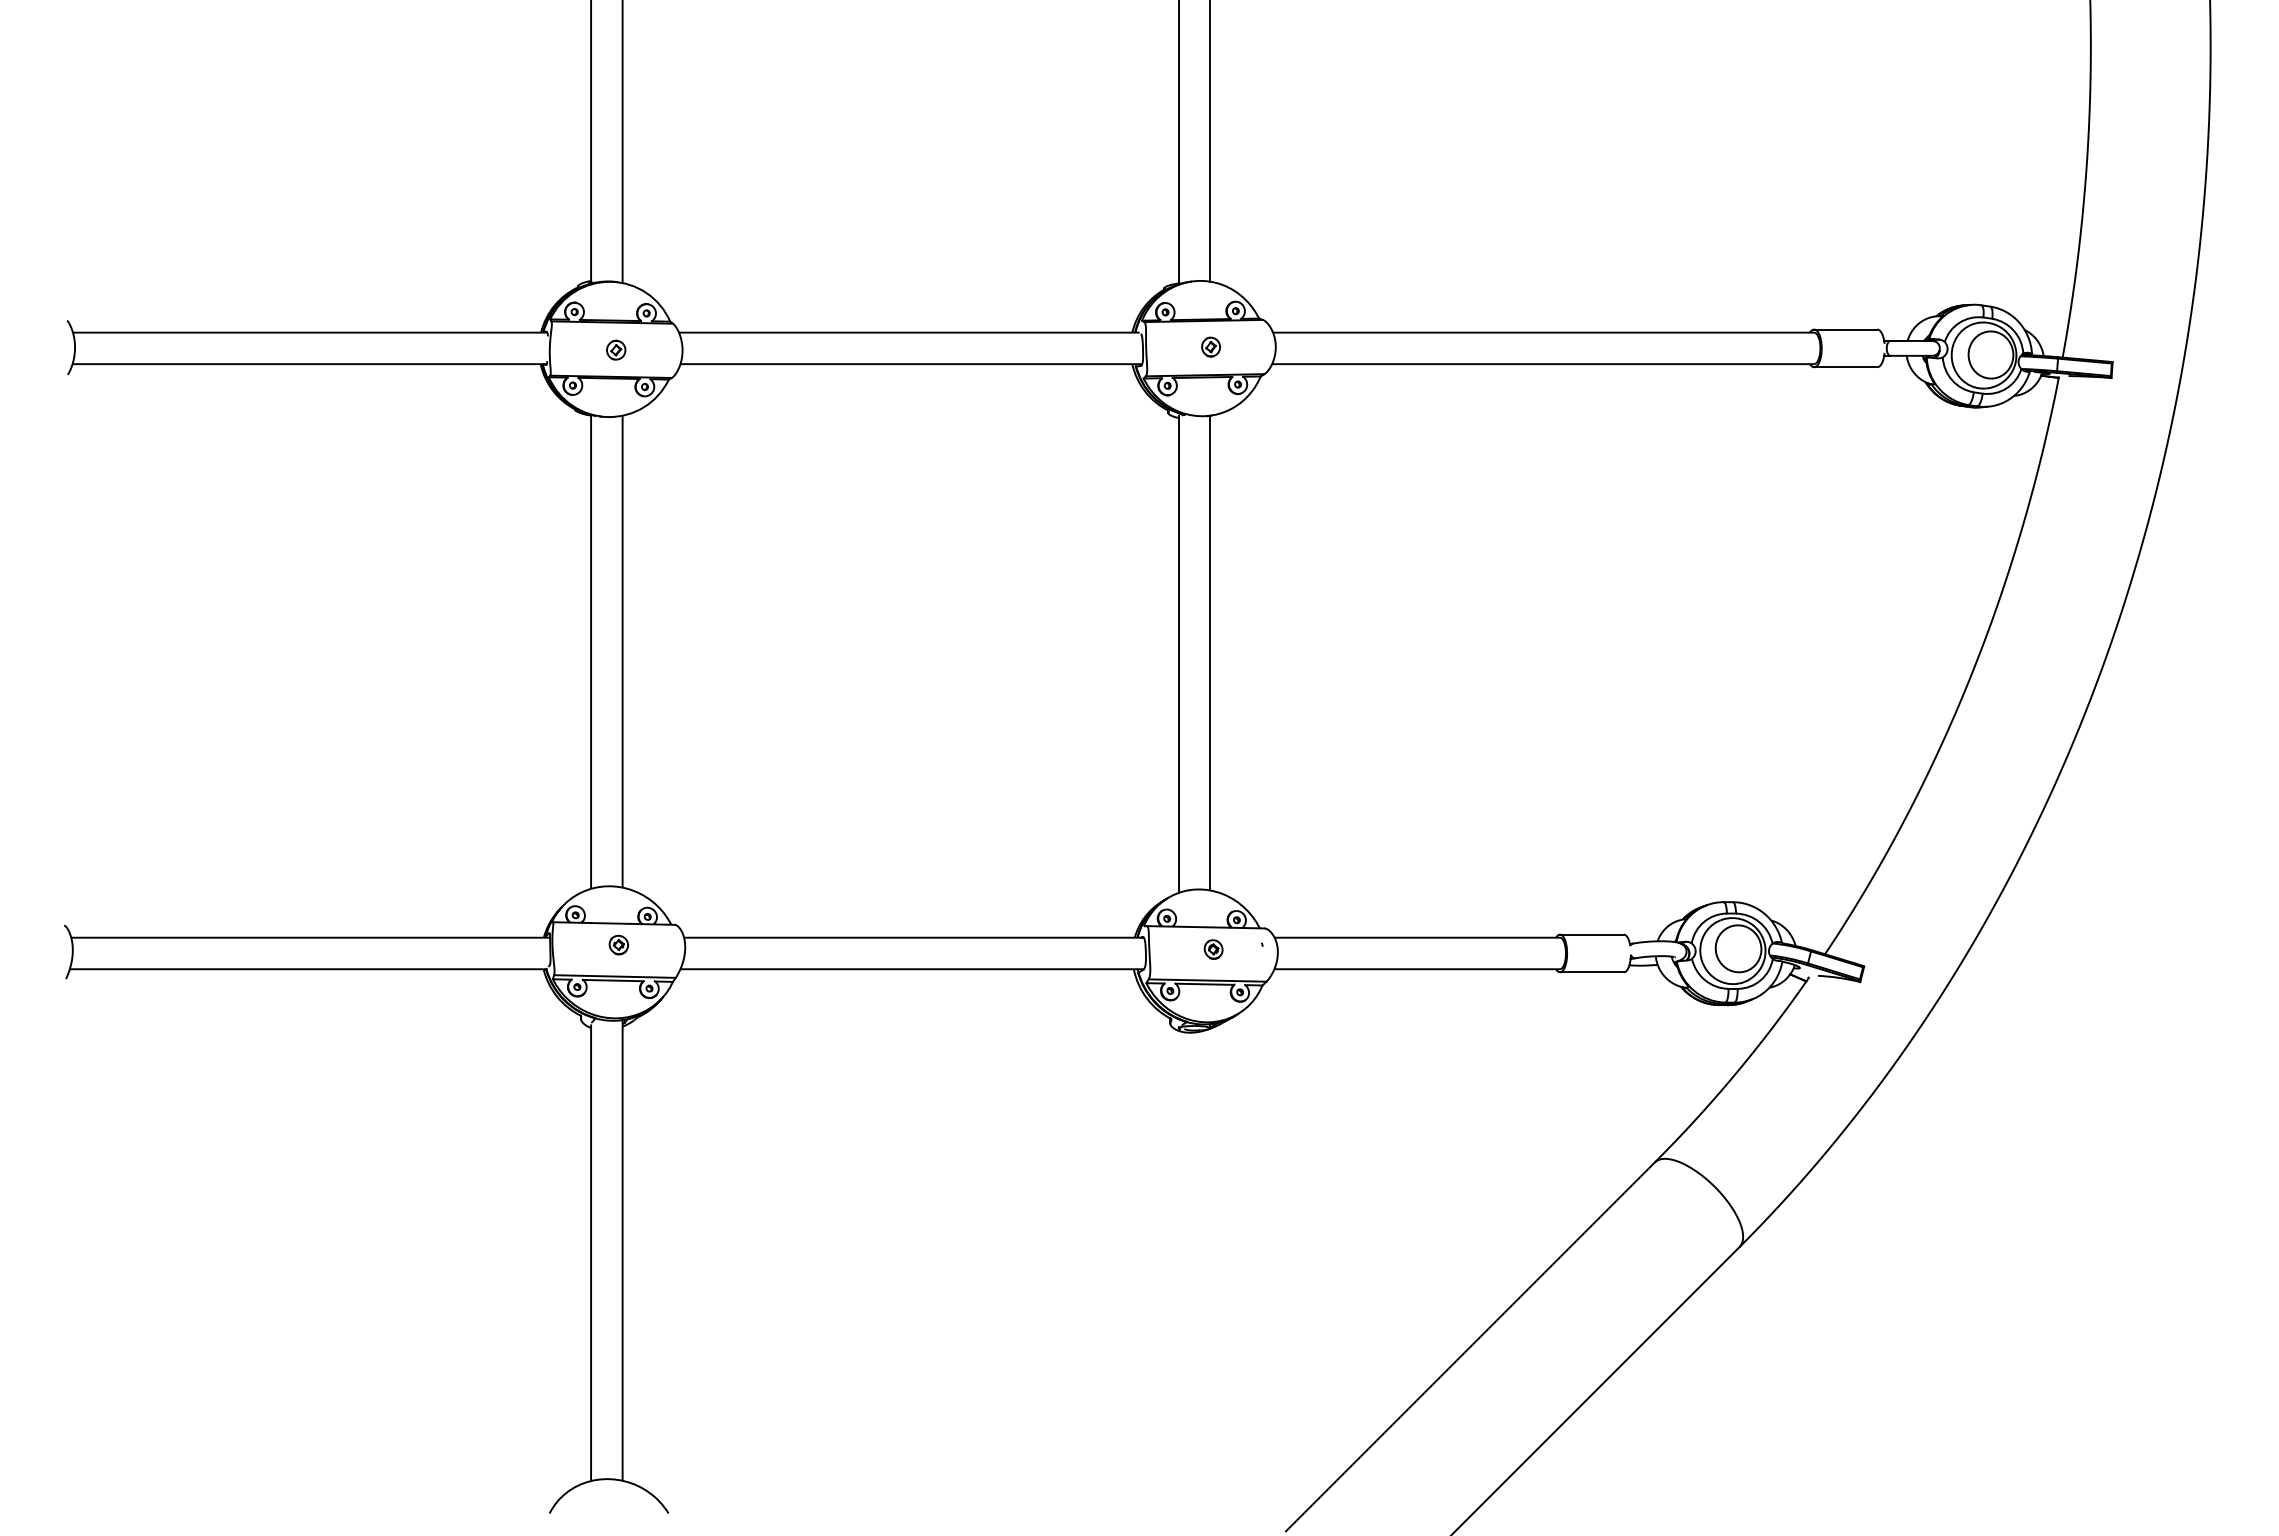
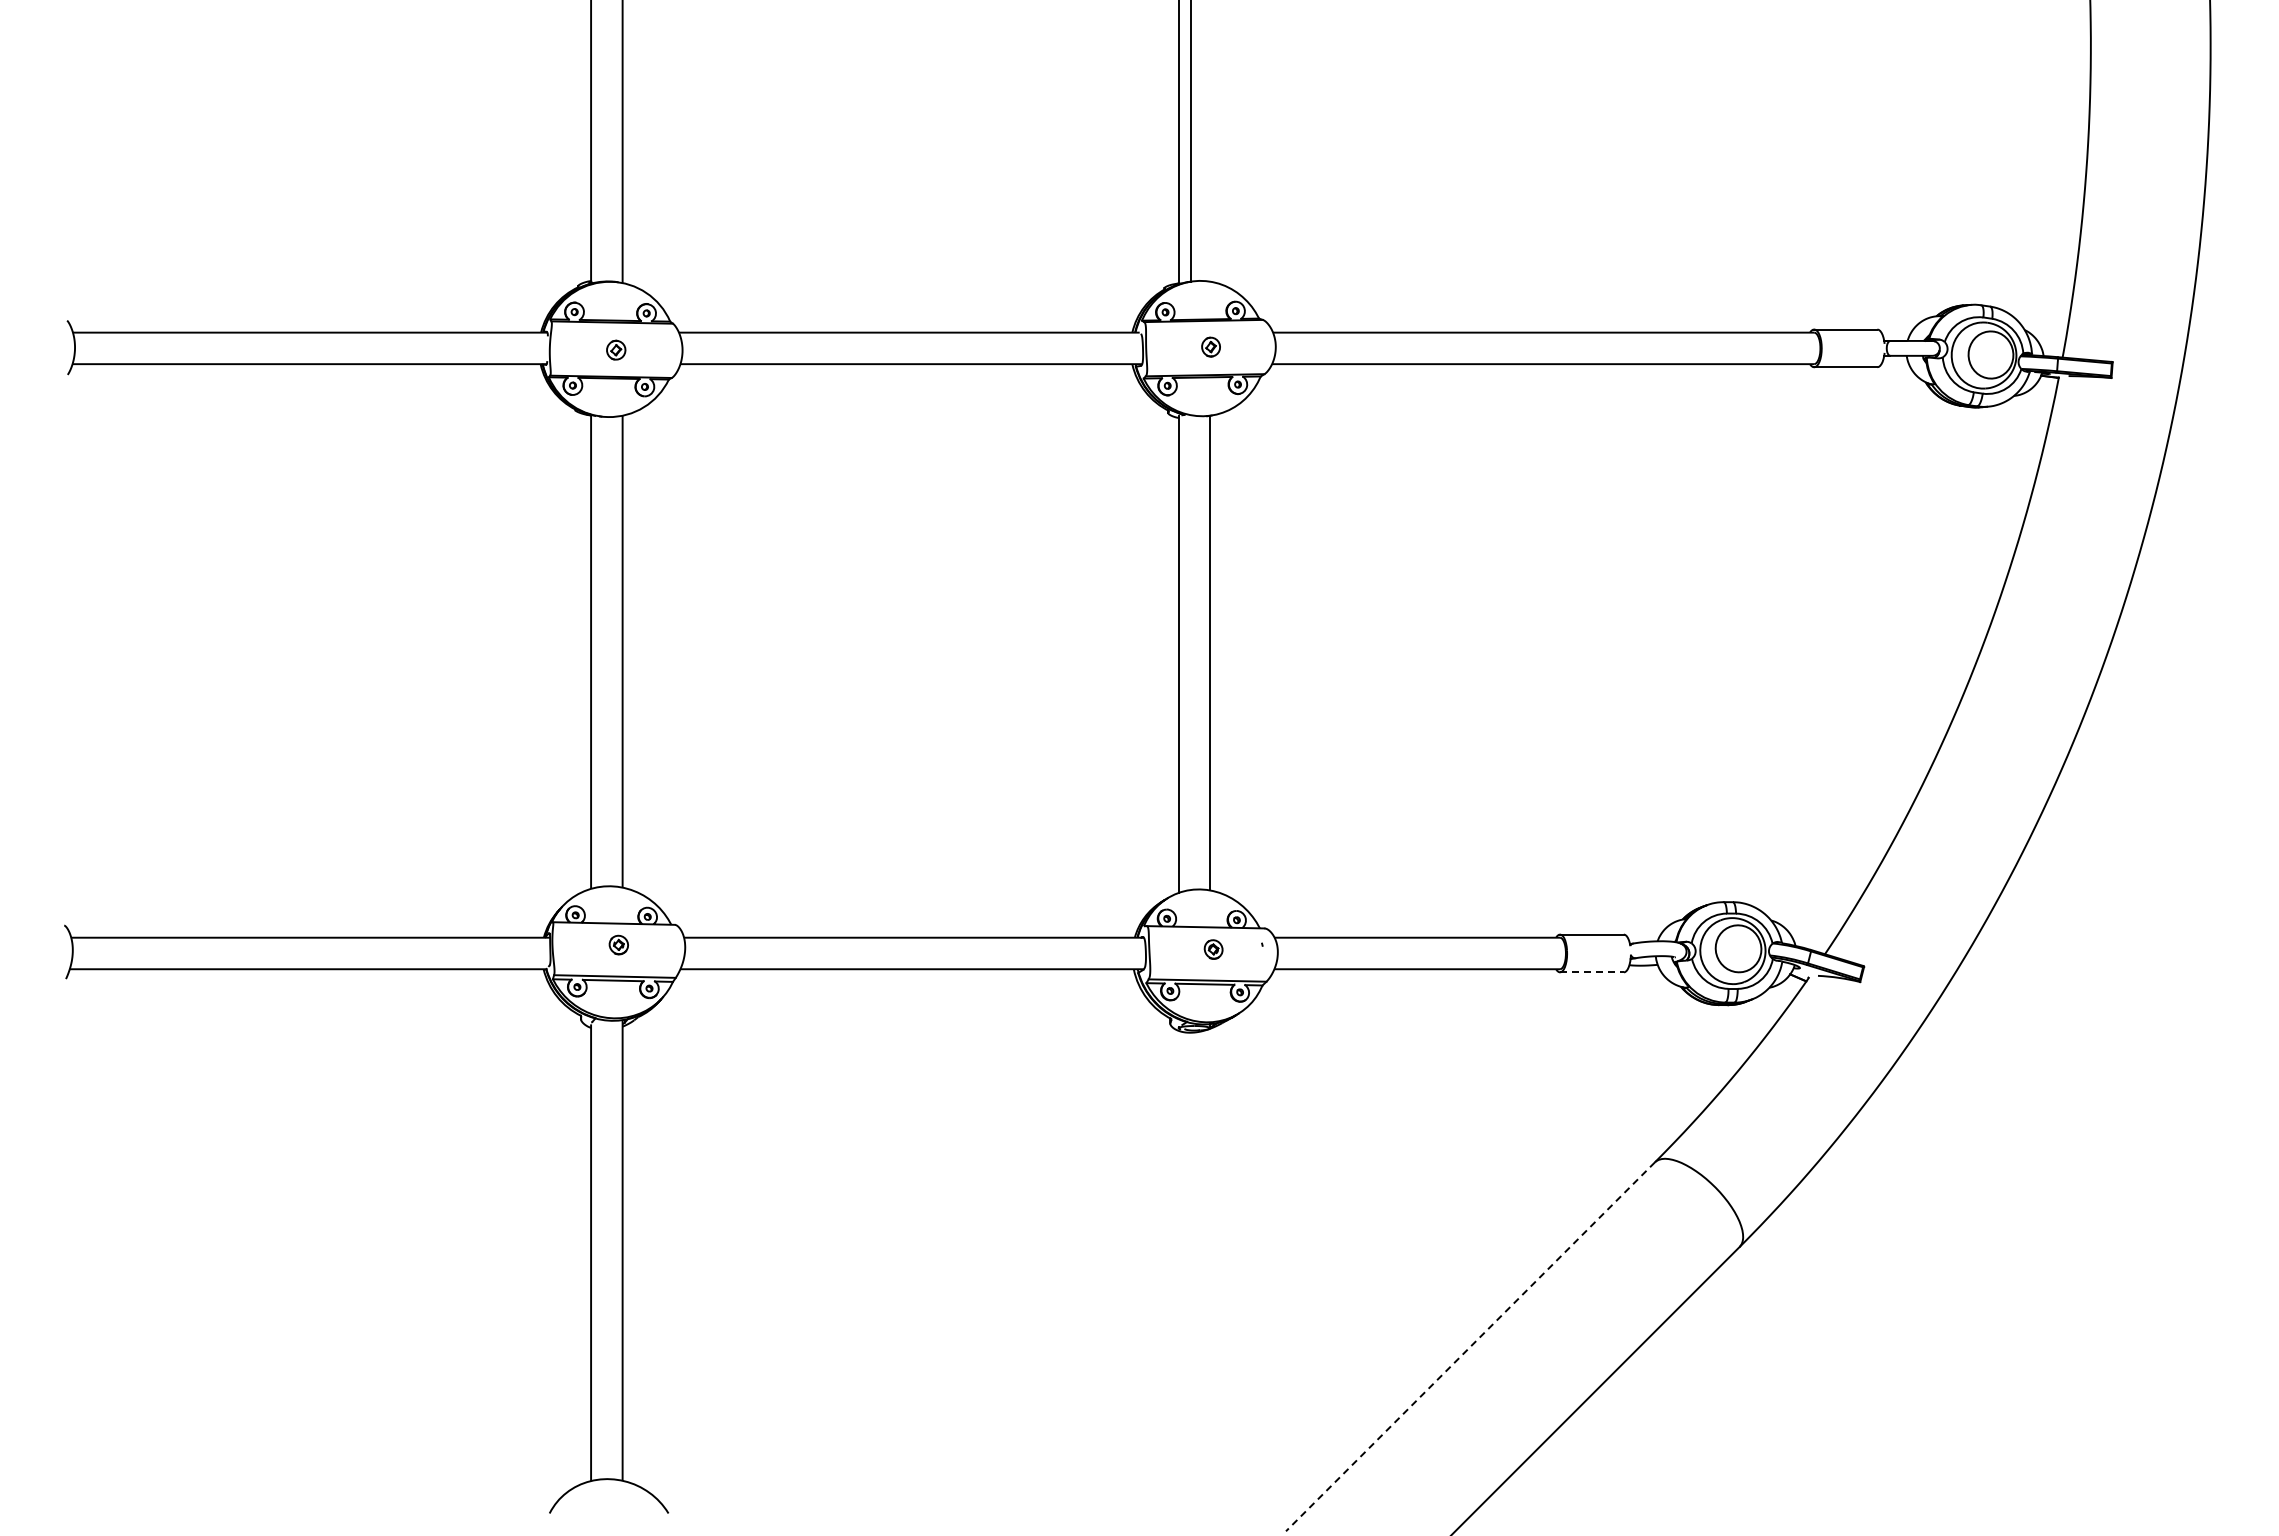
line at (1210, 141) position: (1210, 141) -> (1191, 141)
line at (1591, 972): solid -> dashed
line at (1470, 1346): solid -> dashed
